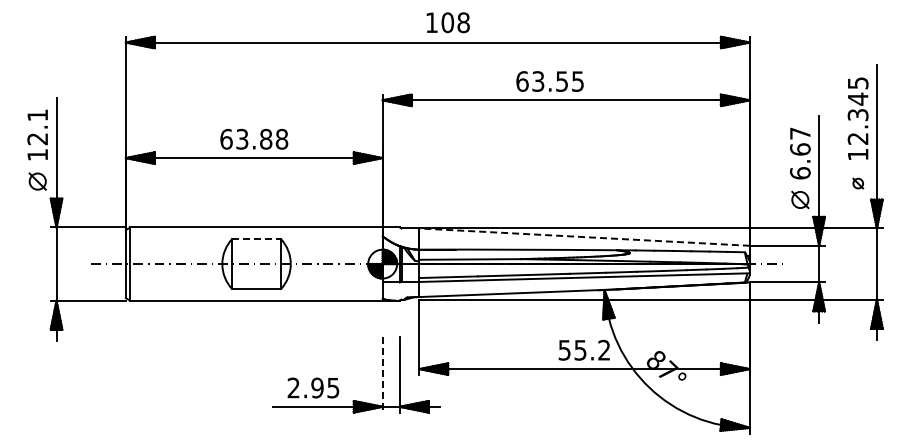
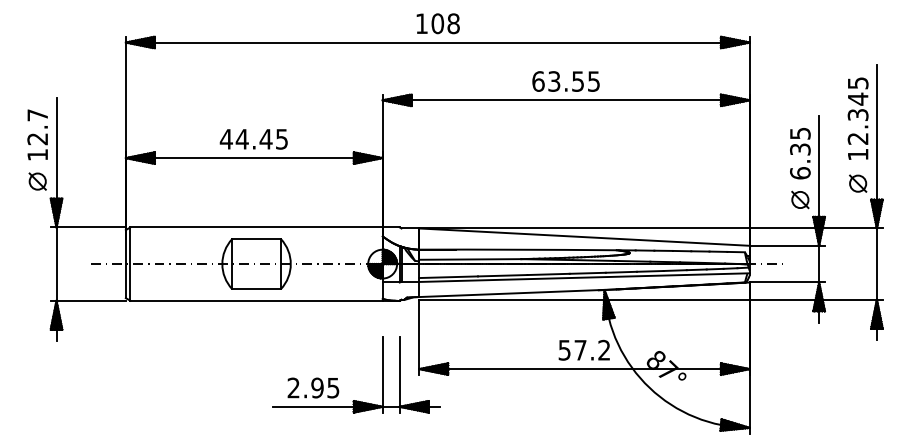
text at (447, 22) position: (447, 22) -> (437, 23)
text at (549, 81) position: (549, 81) -> (565, 81)
text at (37, 115): 12.1 -> 12.7
text at (253, 138): 63.88 -> 44.45
text at (800, 141): 6.67 -> 6.35
part at (858, 183) size: 13x13 px -> 19x19 px
line at (584, 237): dashed -> solid
line at (257, 238): dashed -> solid
text at (580, 350): 55.2 -> 57.2
line at (382, 375): dashed -> solid
